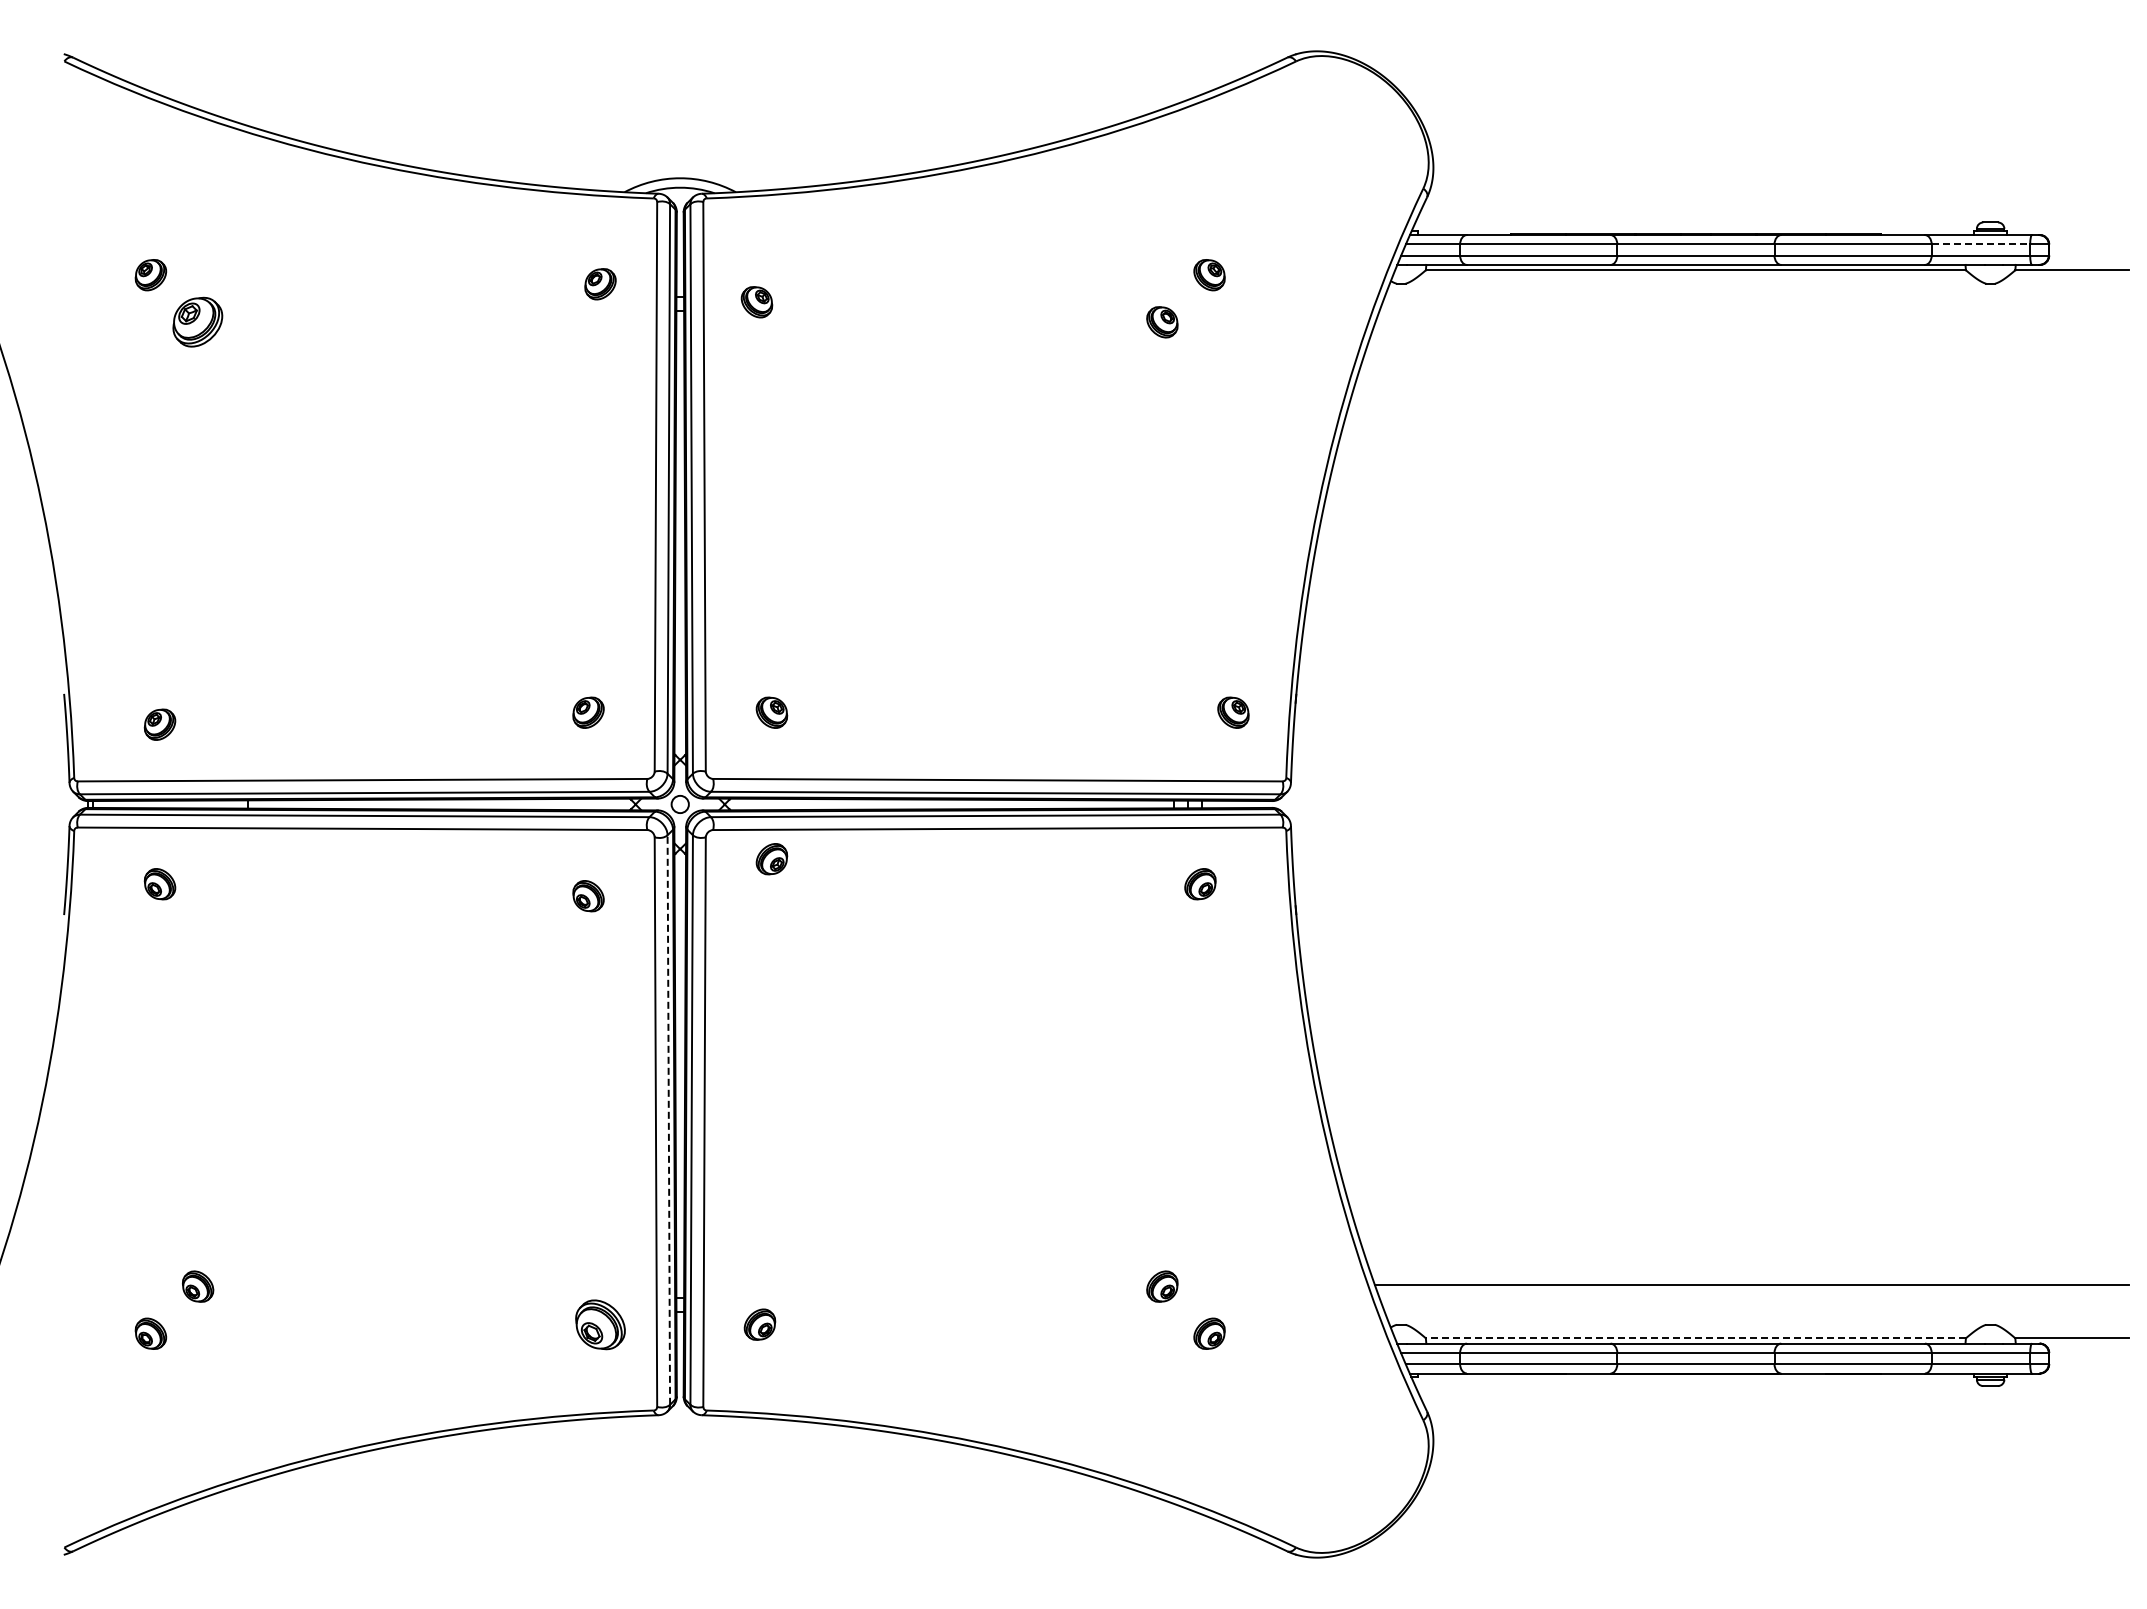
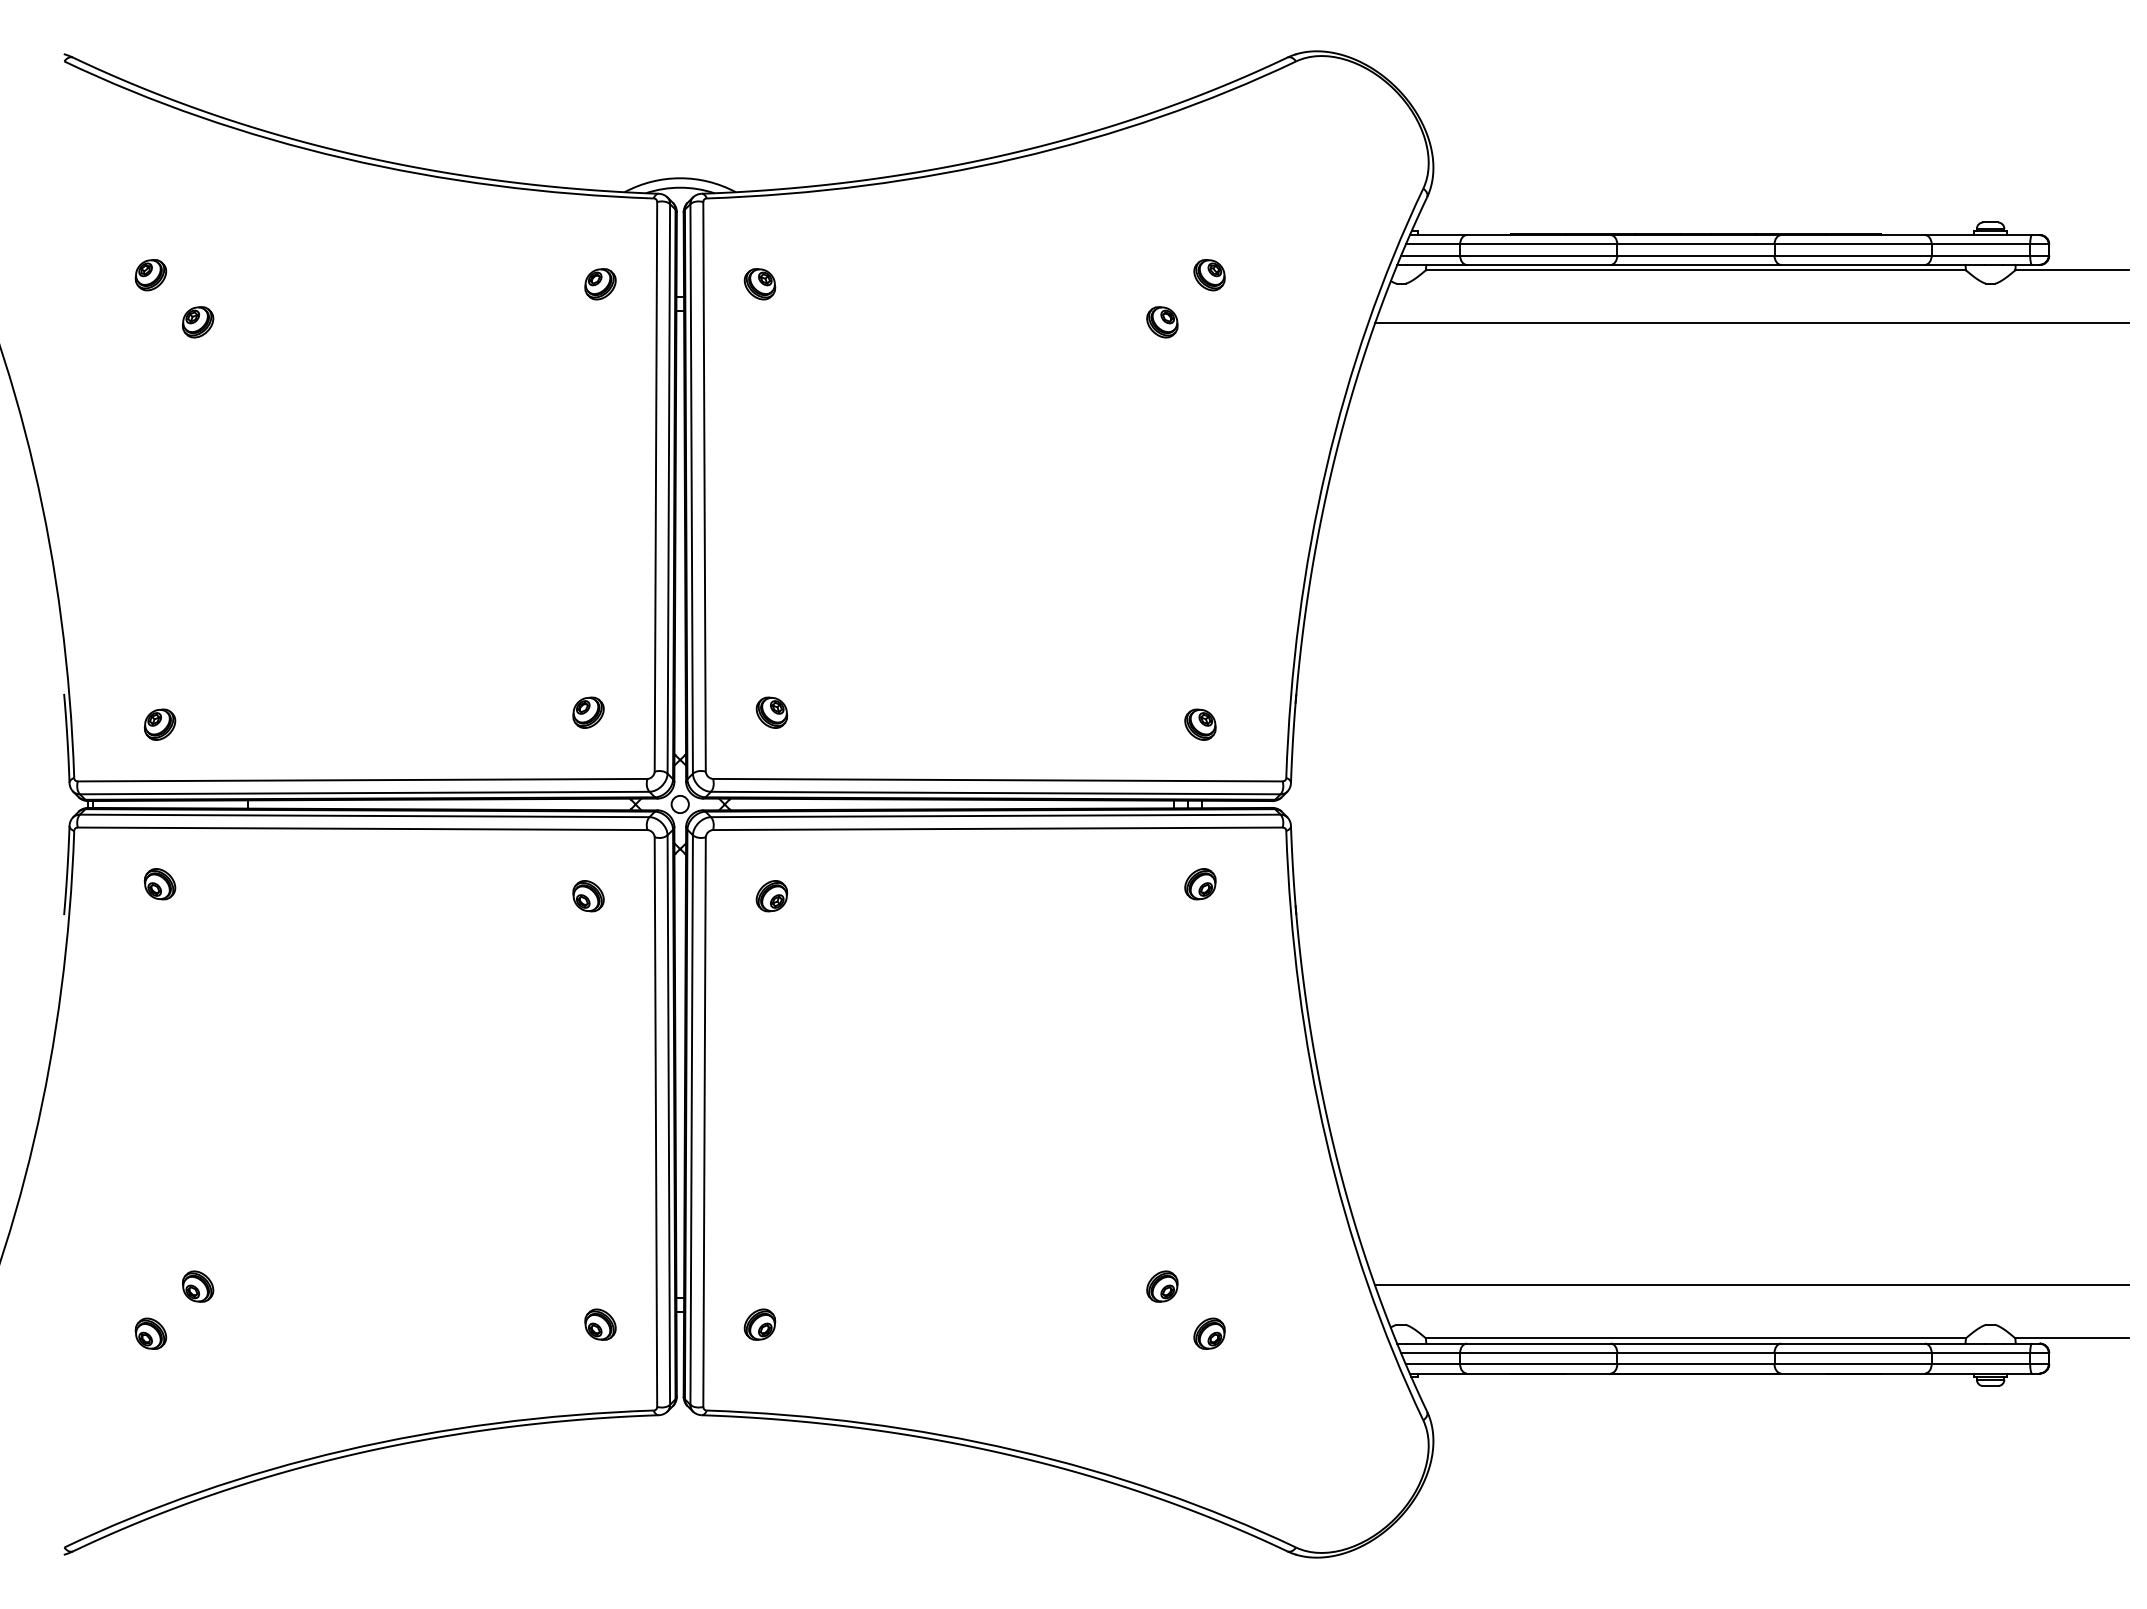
line at (1981, 244): dashed -> solid
part at (756, 302) position: (756, 302) -> (759, 284)
part at (197, 321) size: 52x52 px -> 33x33 px
line at (1751, 323): none -> present
part at (1233, 712) position: (1233, 712) -> (1200, 724)
part at (771, 859) position: (771, 859) -> (771, 896)
line at (668, 1120): dashed -> solid
part at (600, 1324) size: 51x52 px -> 33x33 px
line at (1695, 1338): dashed -> solid
